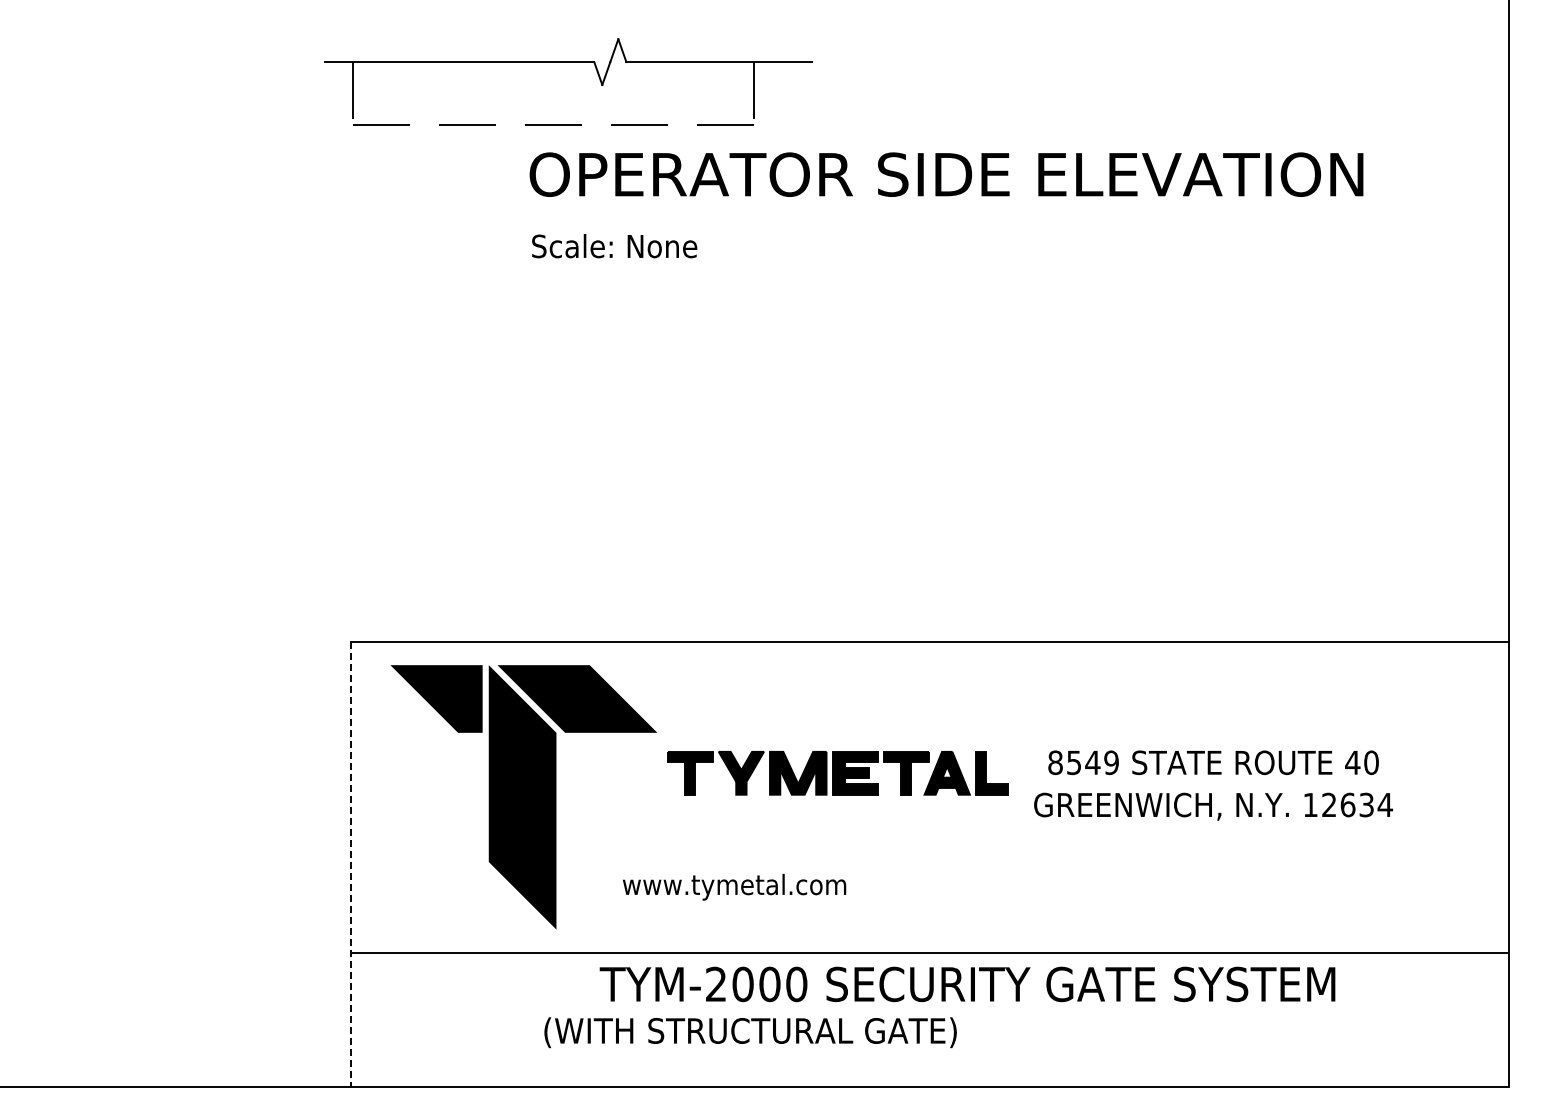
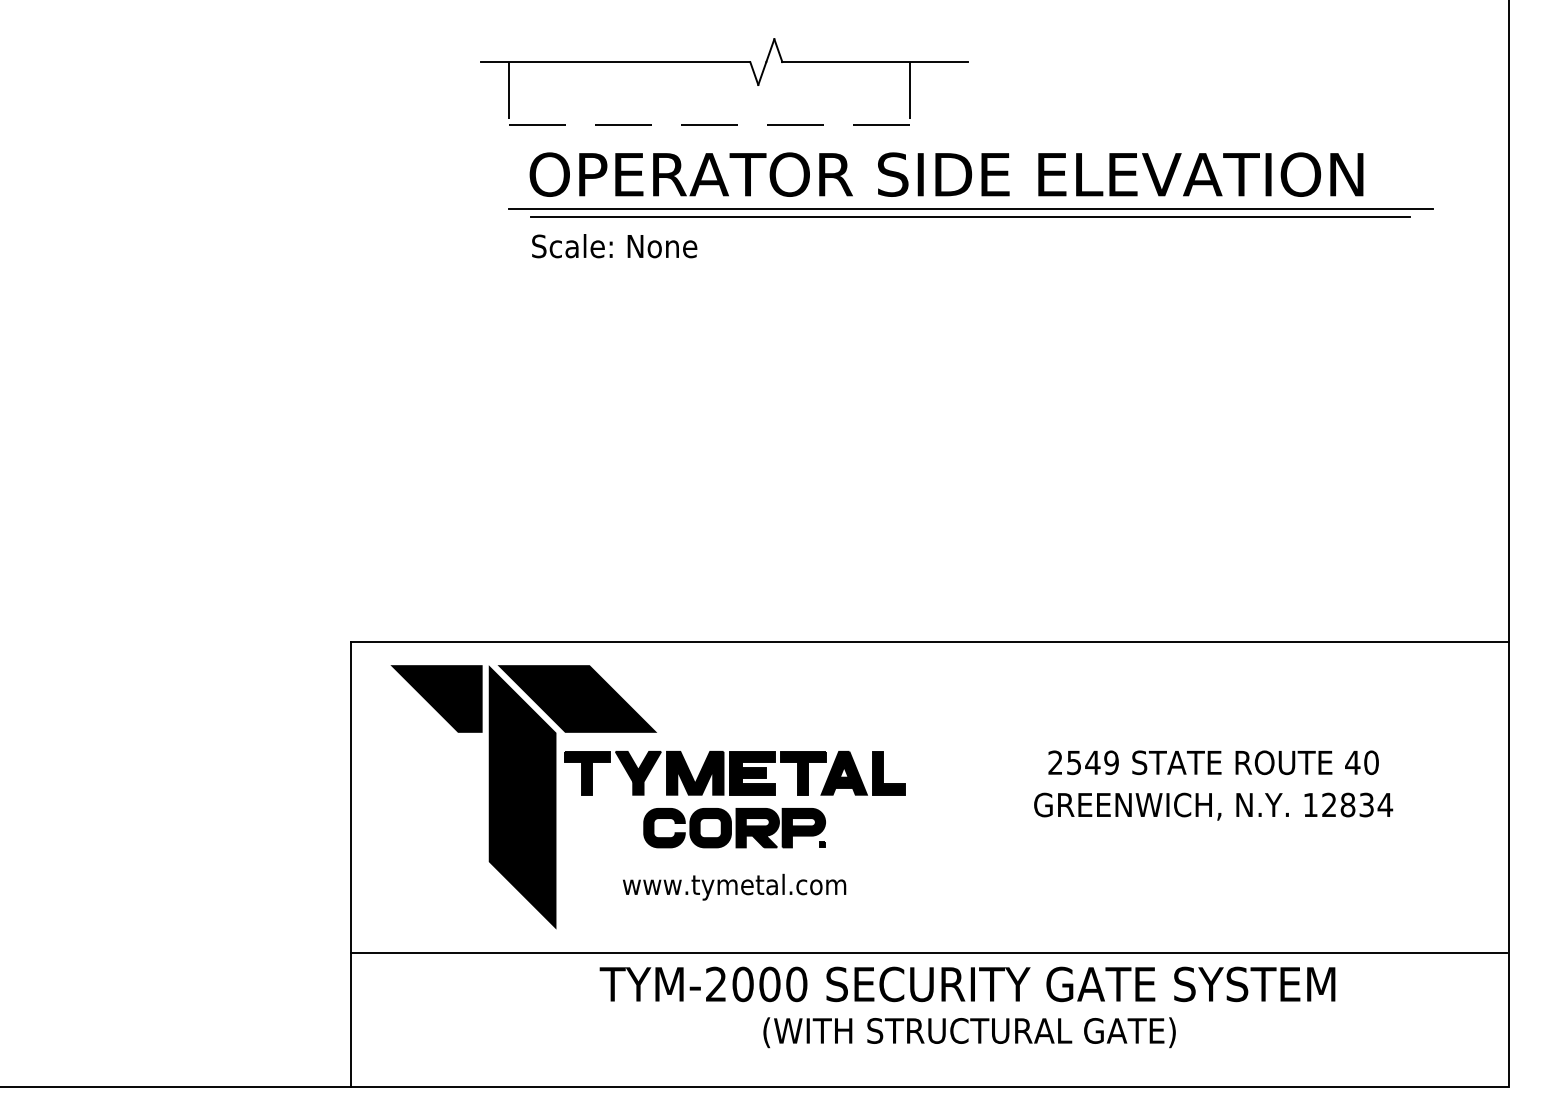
part at (568, 62) position: (568, 62) -> (724, 62)
line at (970, 208): none -> present
line at (970, 217): none -> present
text at (1055, 762): 8549 -> 2549
part at (837, 773) position: (837, 773) -> (734, 773)
text at (1347, 804): 12634 -> 12834
part at (734, 828): none -> present
line at (350, 864): dashed -> solid
text at (750, 1032) position: (750, 1032) -> (969, 1032)
